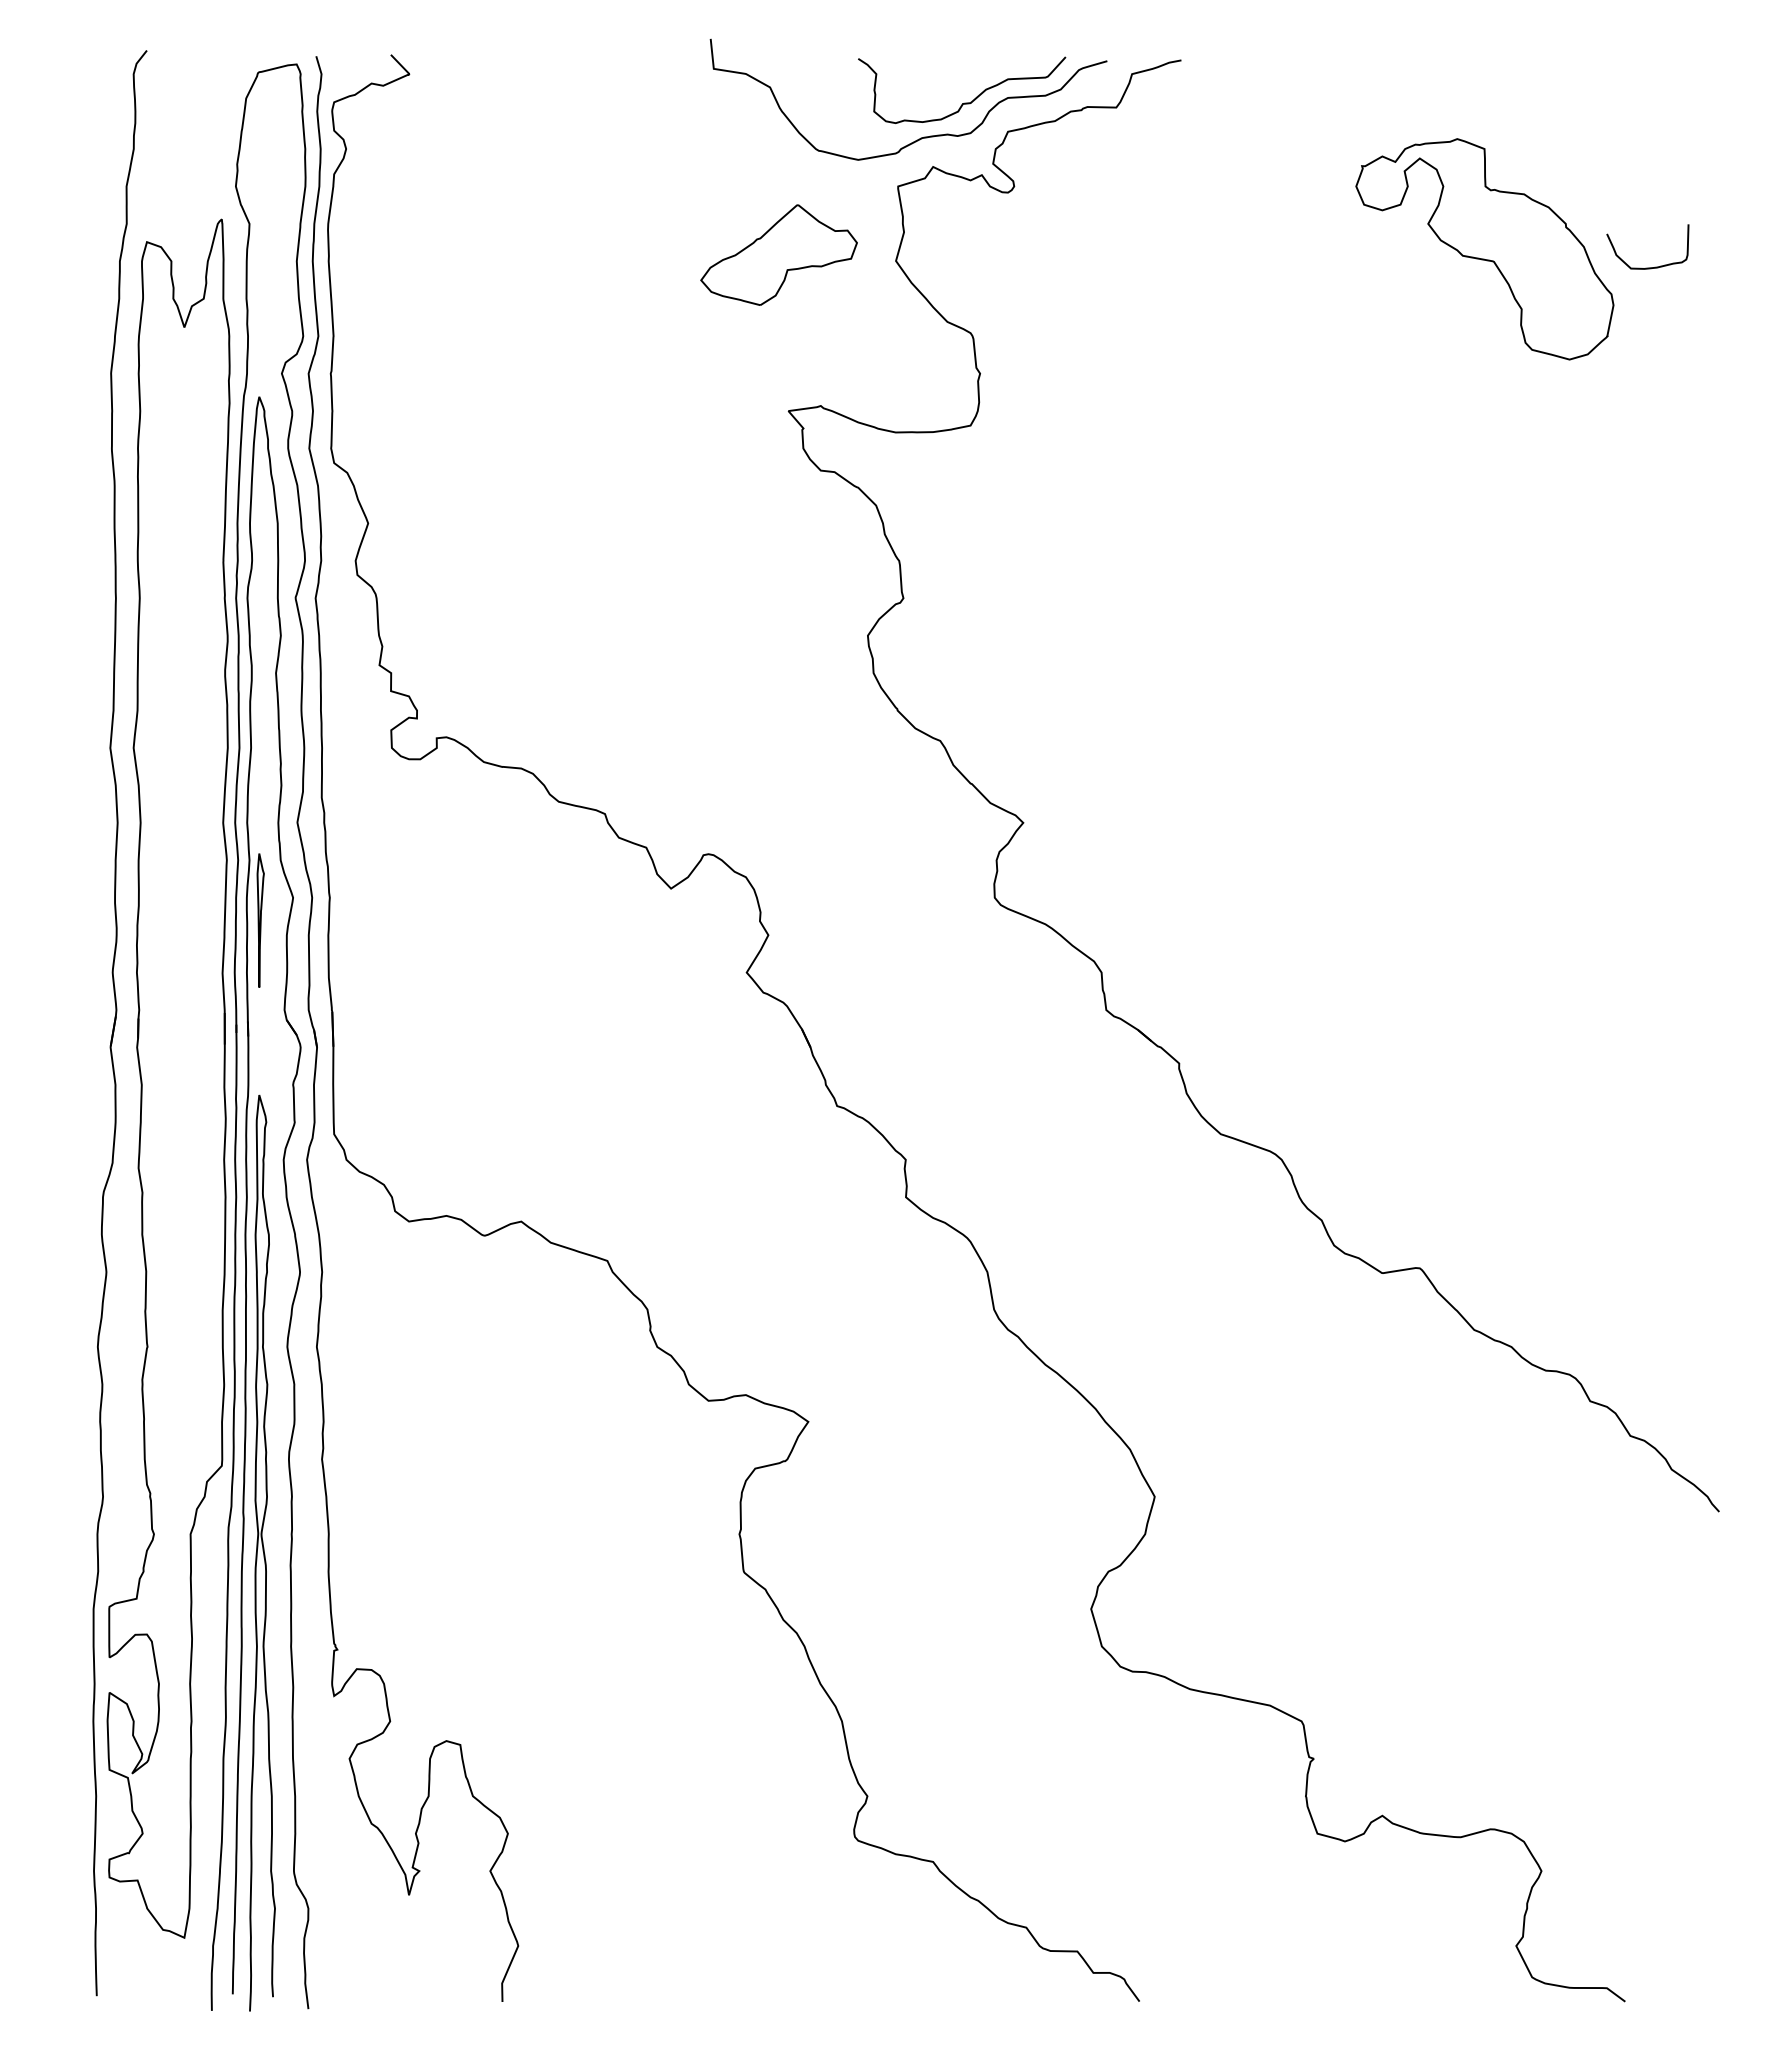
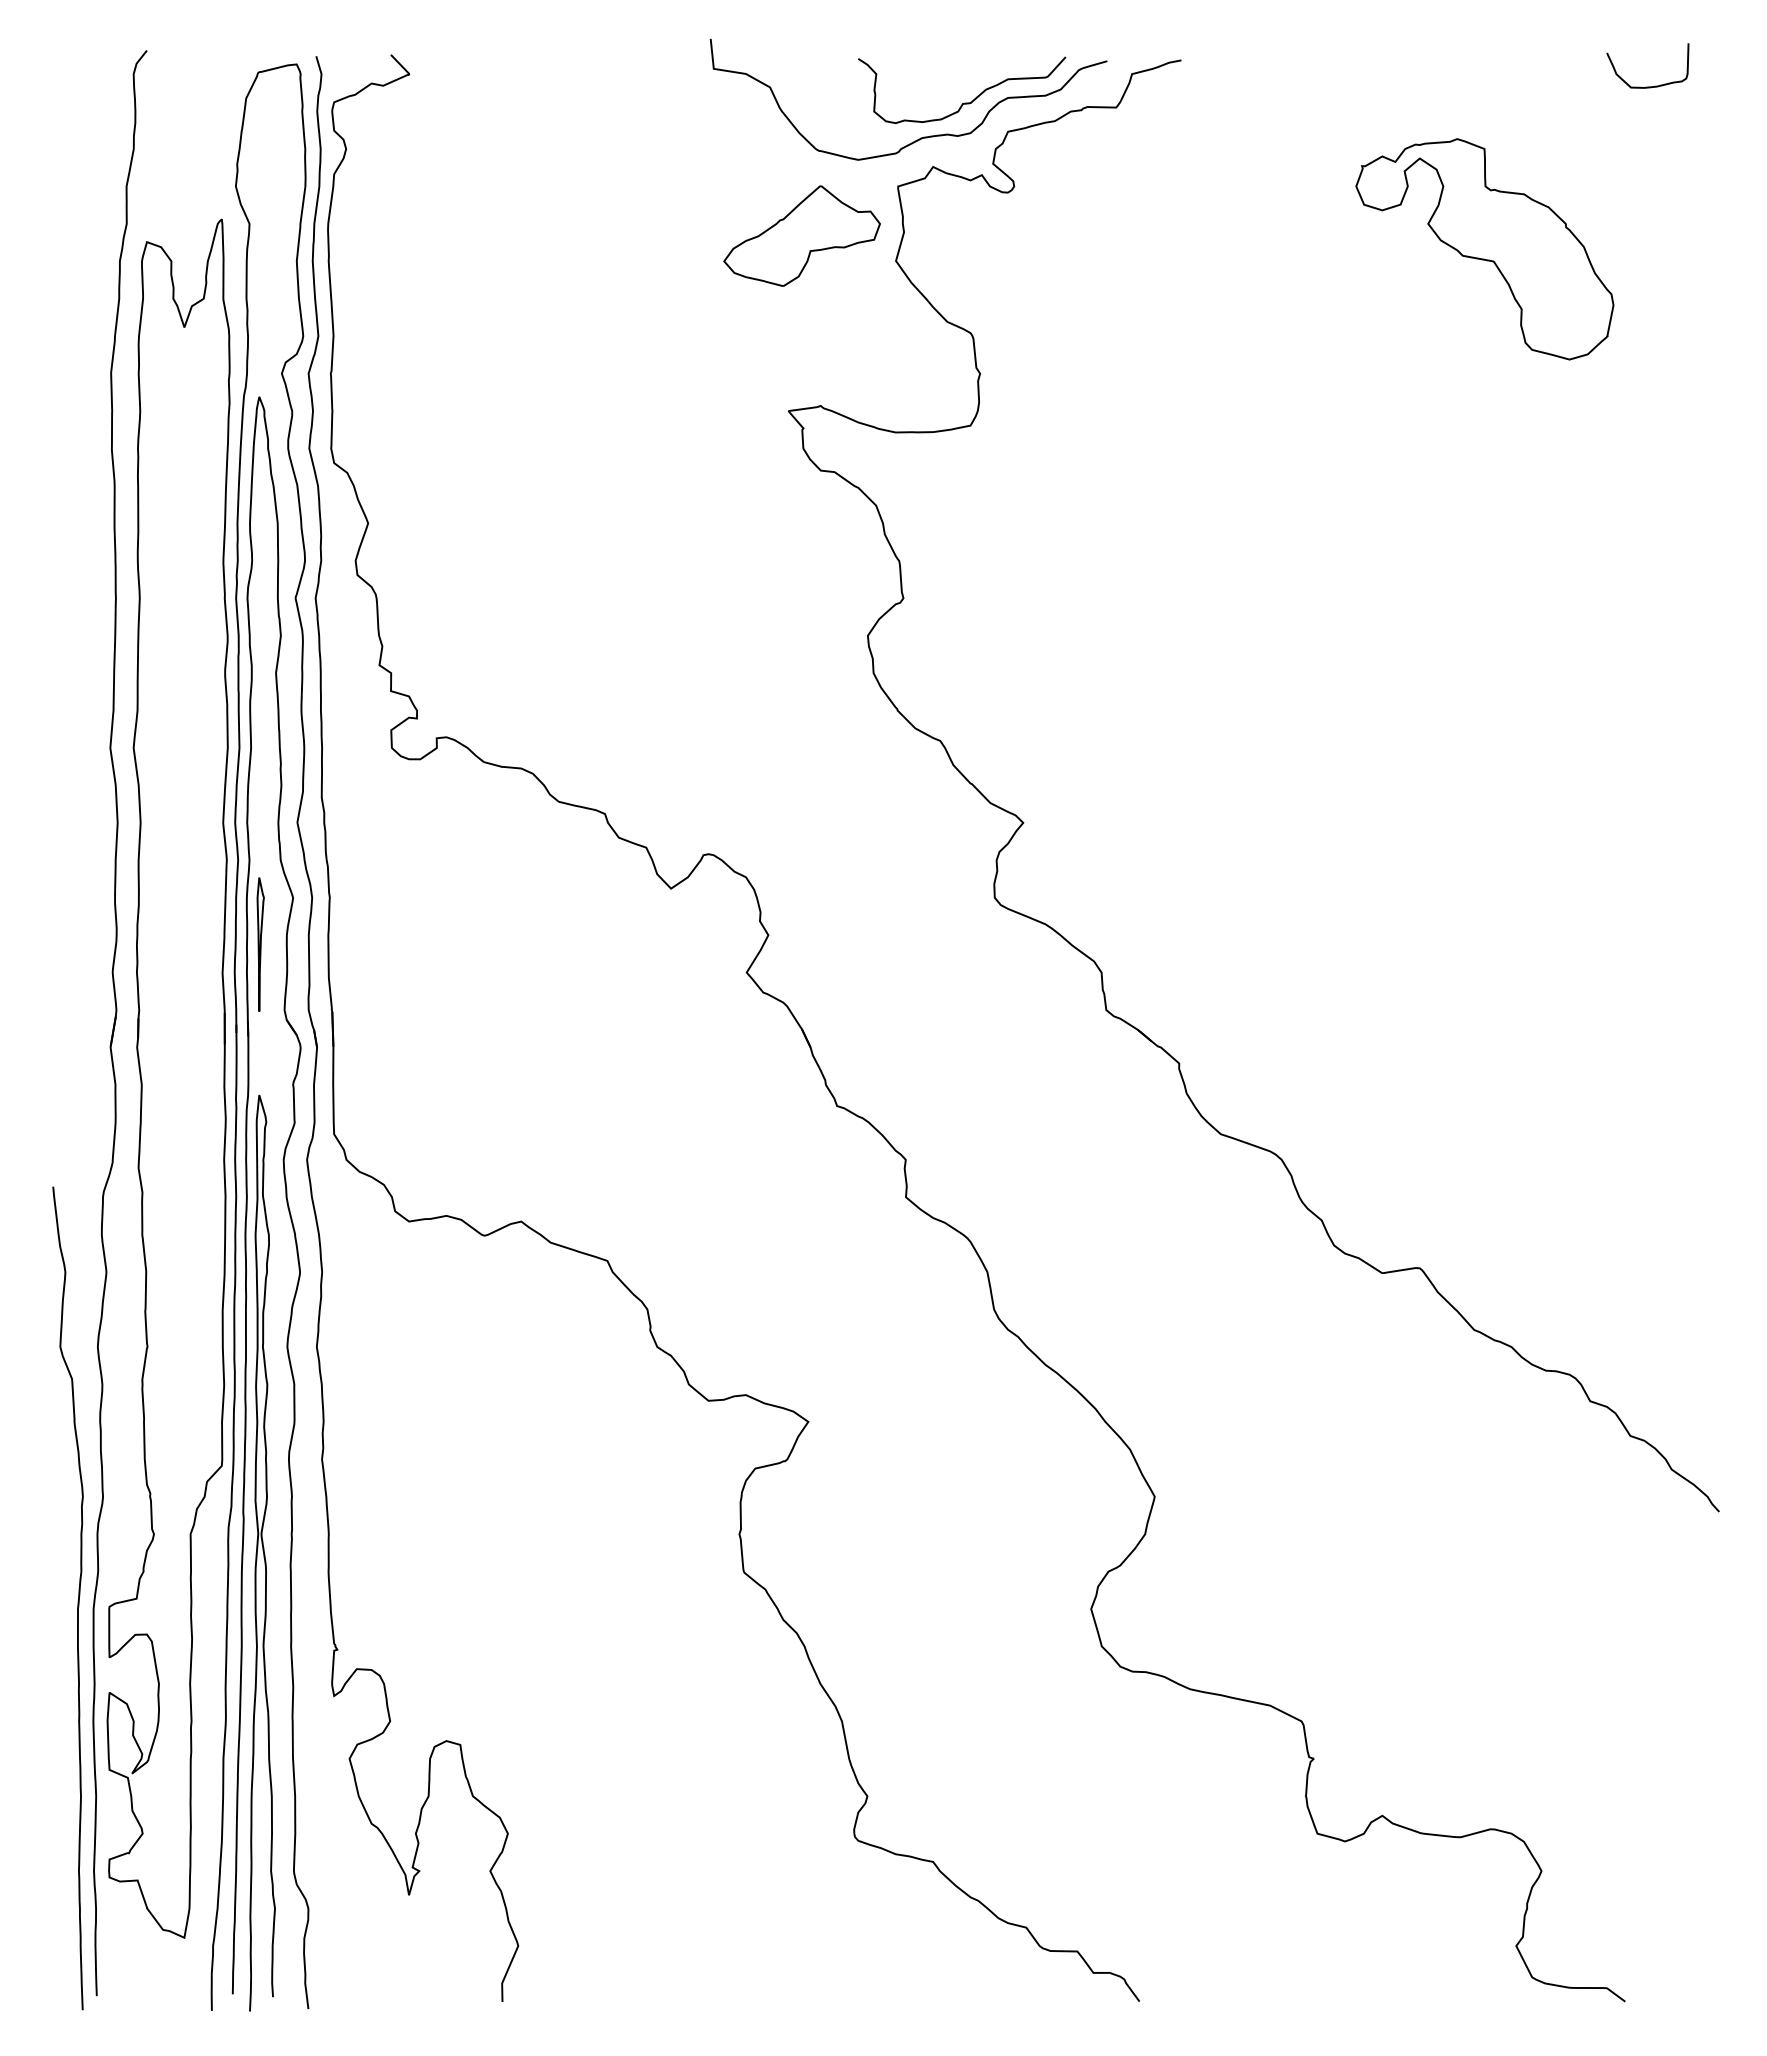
part at (778, 254) position: (778, 254) -> (801, 235)
curve at (1647, 267) position: (1647, 267) -> (1647, 86)
part at (260, 920) position: (260, 920) -> (260, 944)
curve at (77, 1601): none -> present
